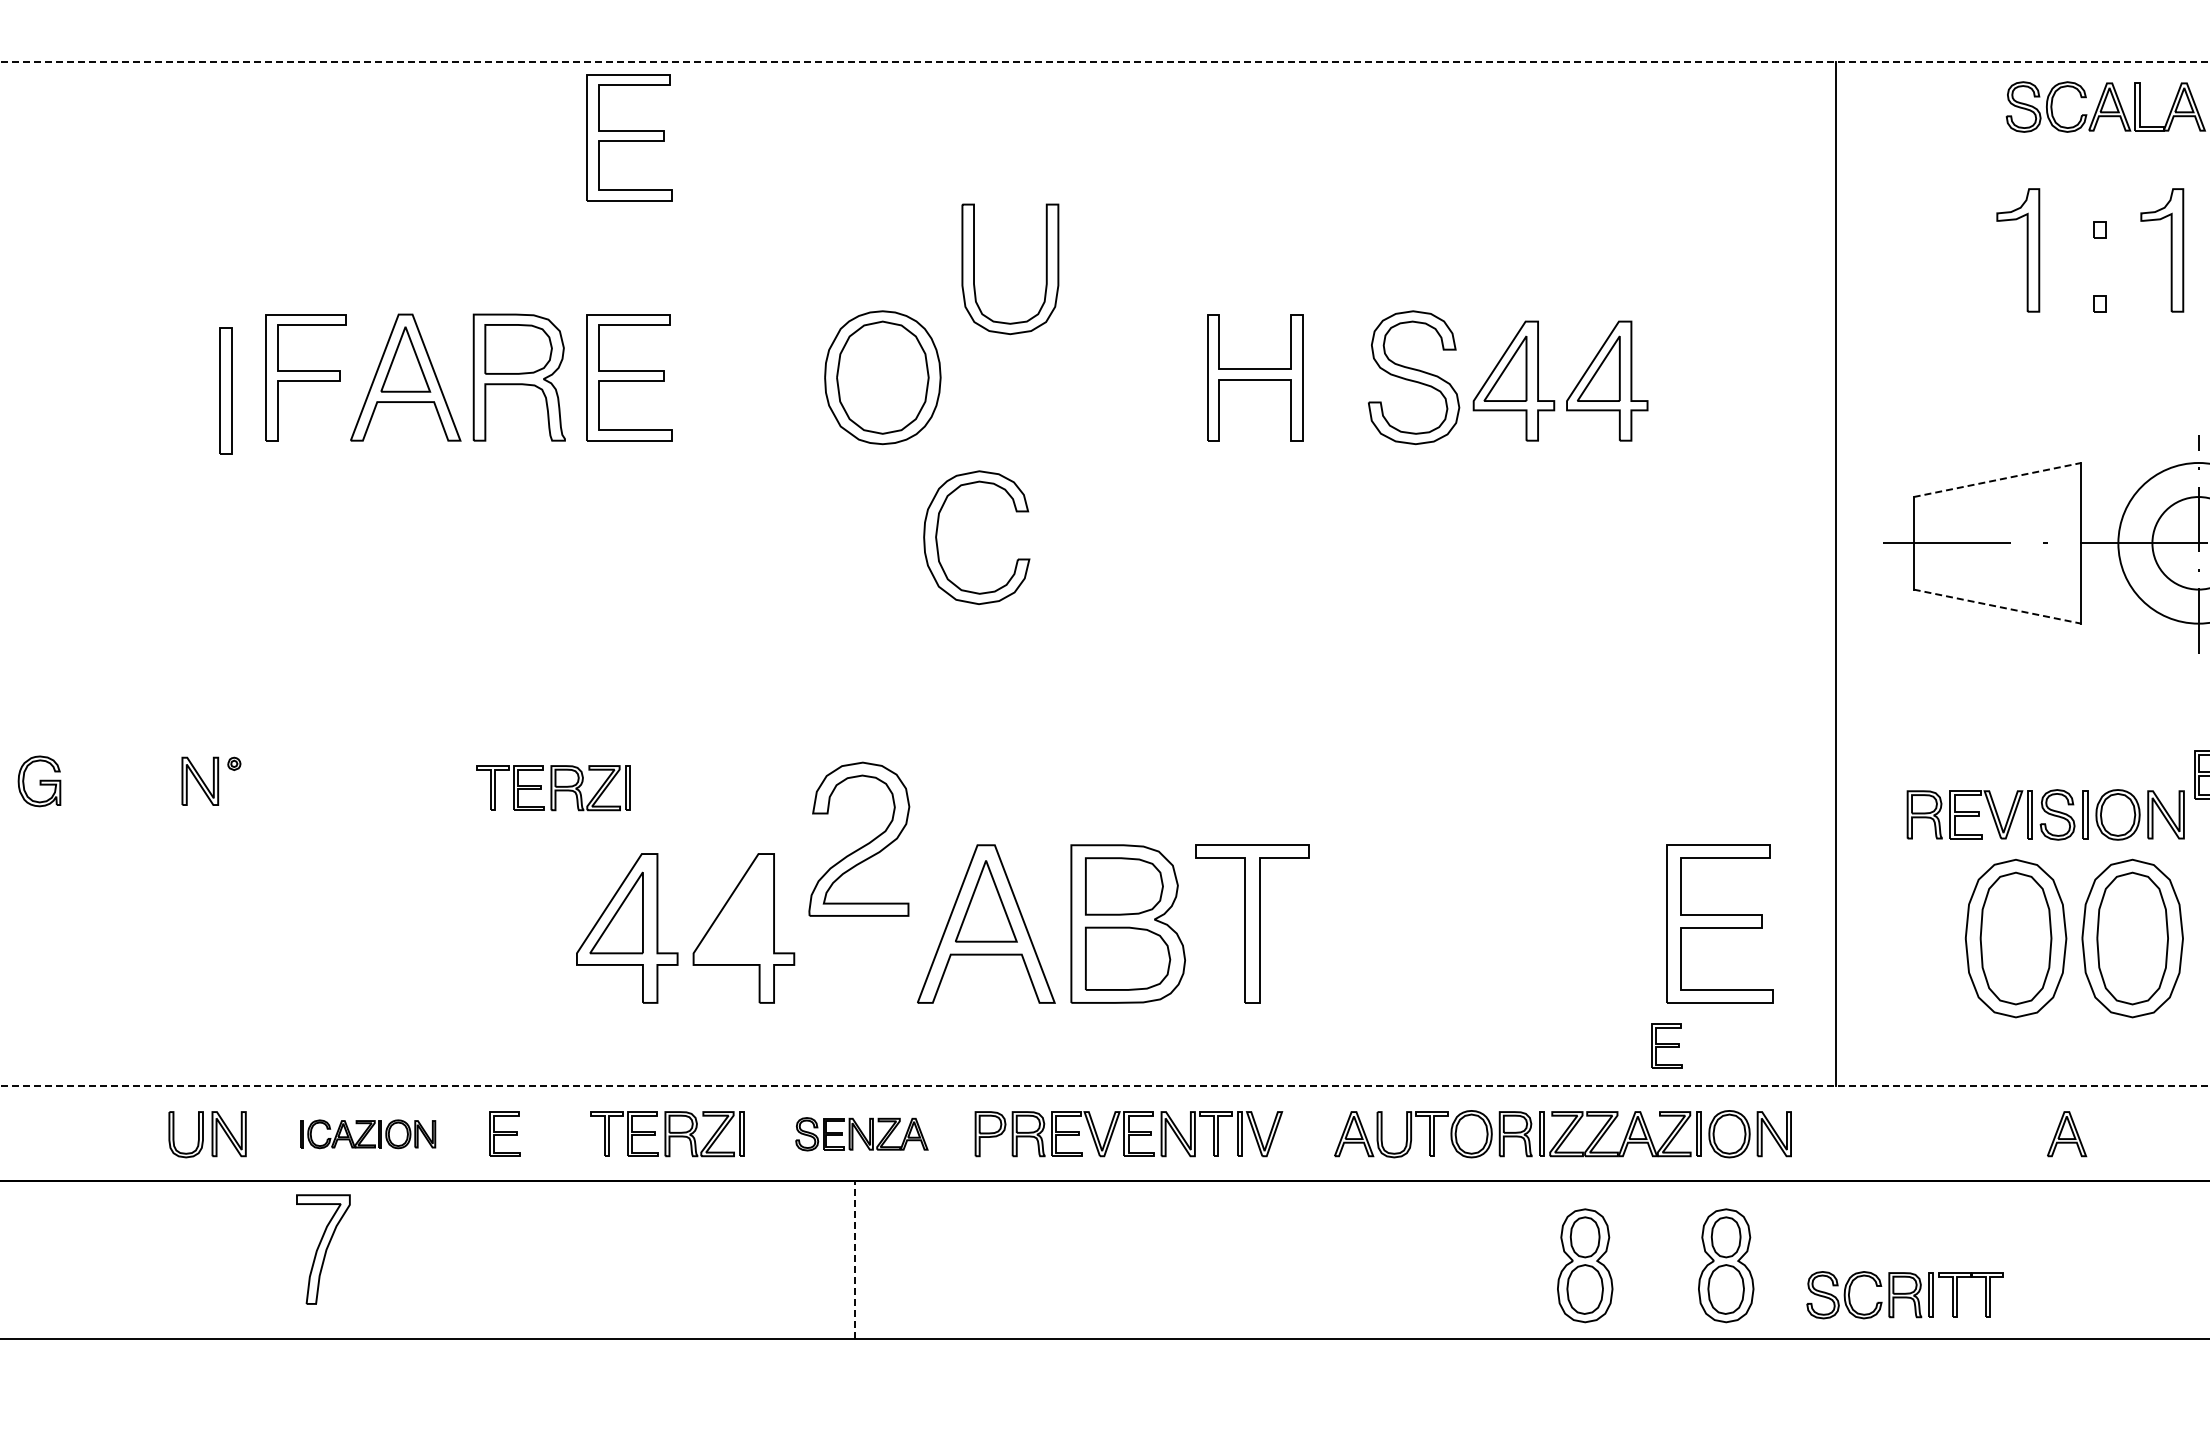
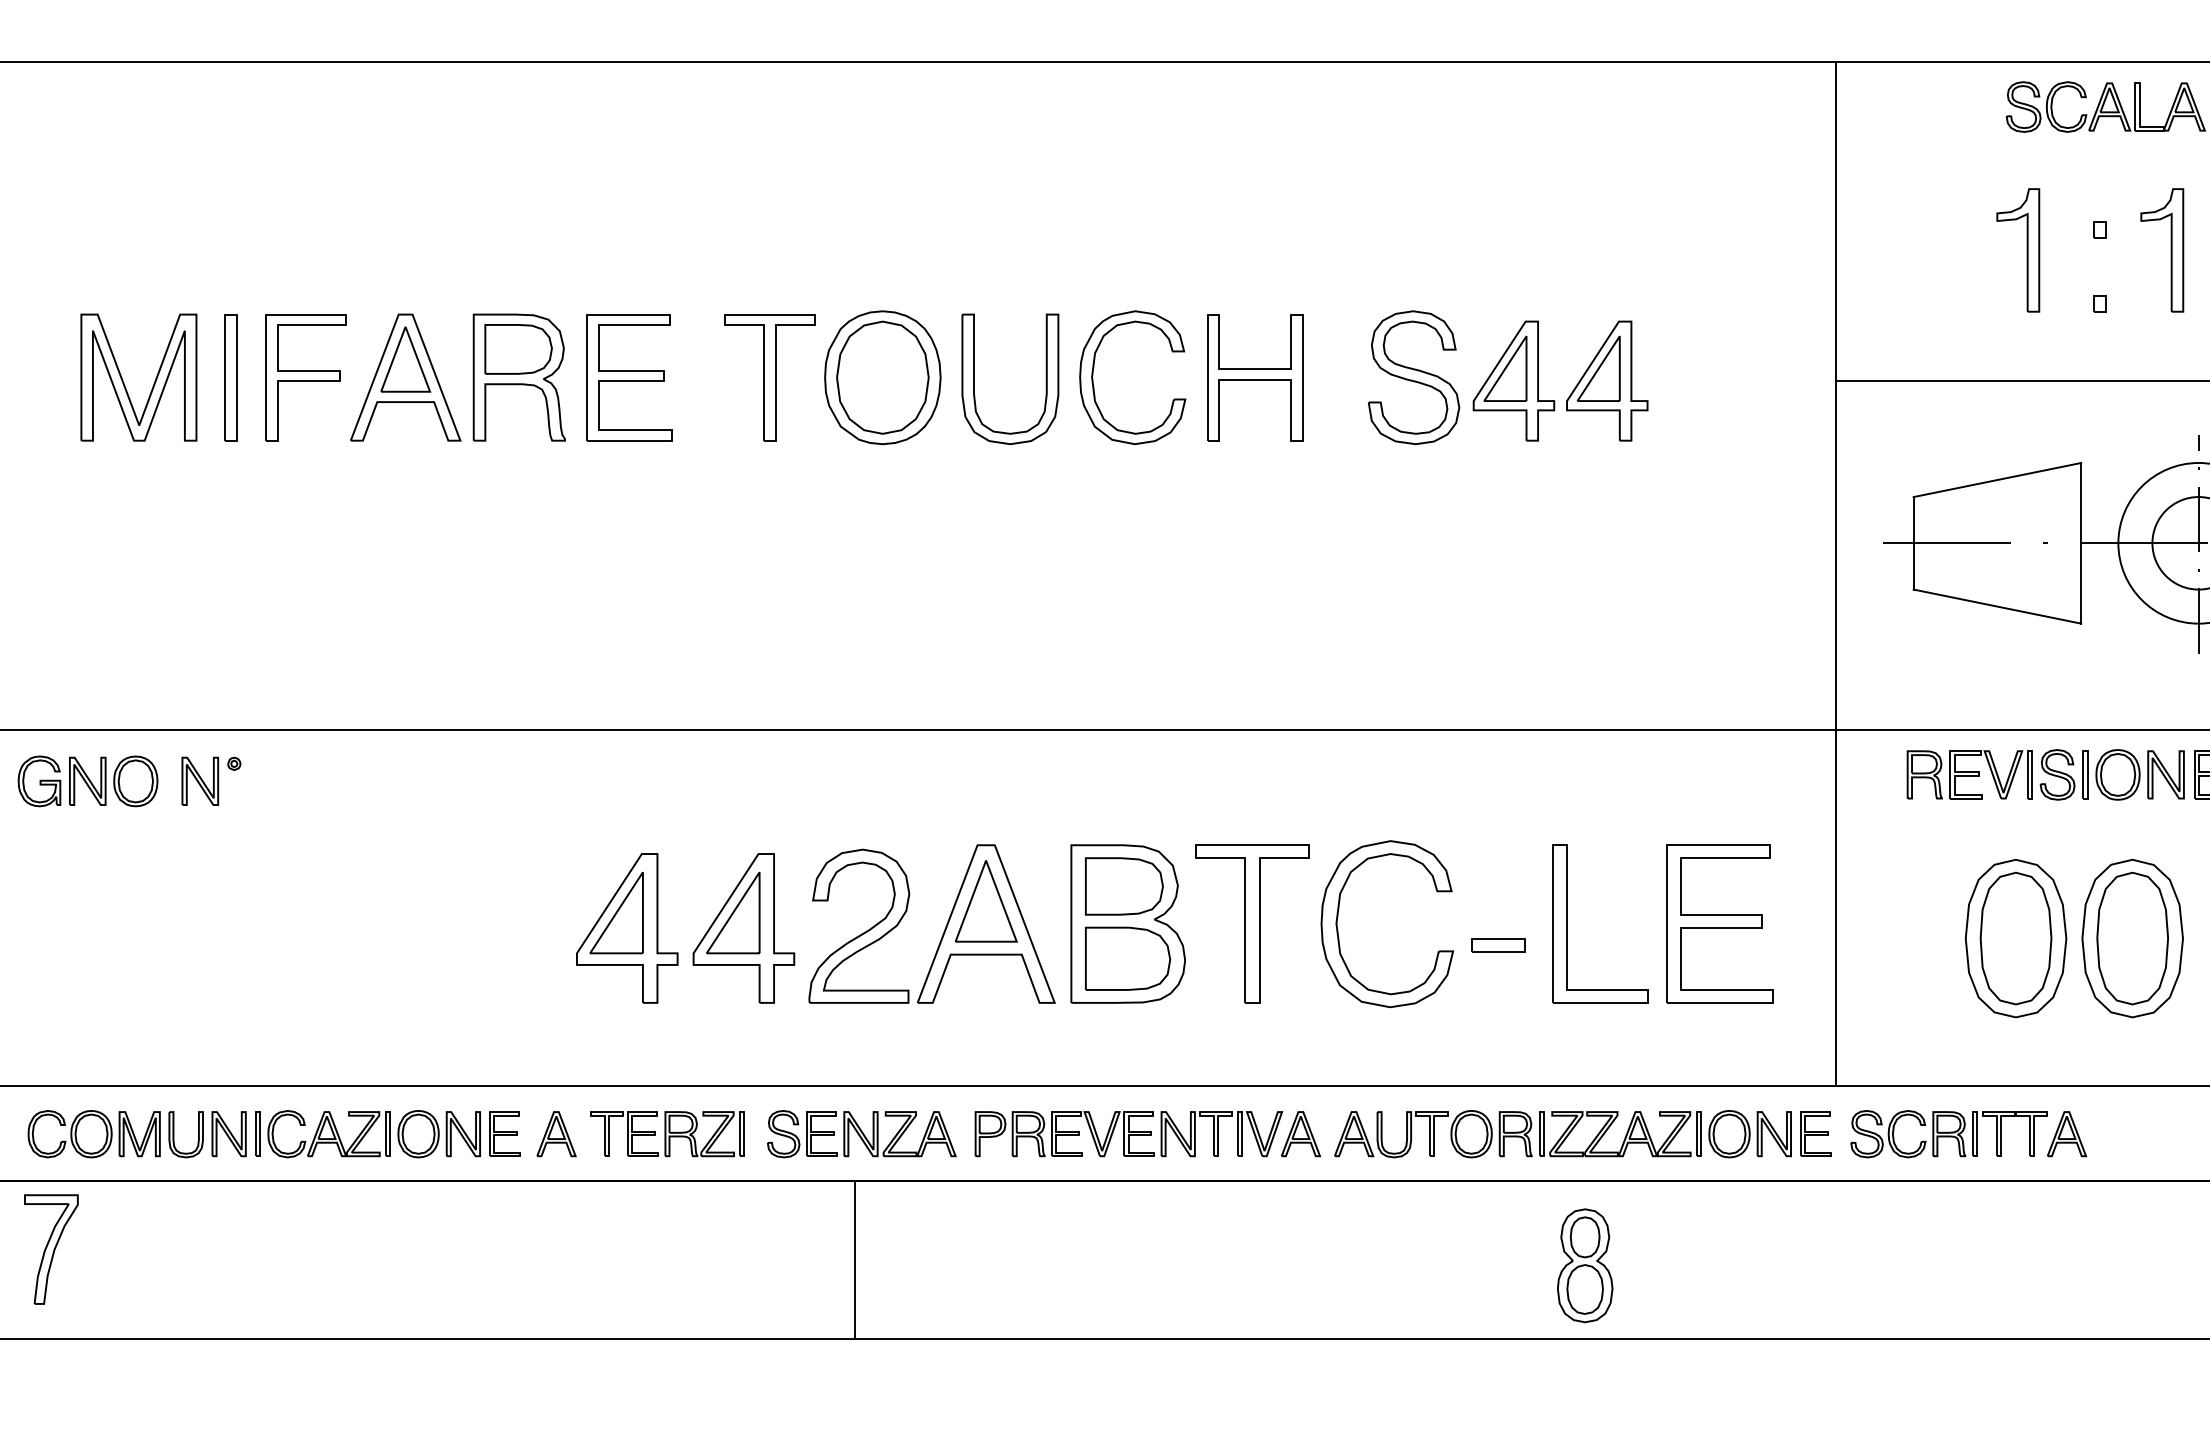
line at (1105, 61): dashed -> solid
part at (629, 137): present -> none
part at (1045, 269) position: (1045, 269) -> (1045, 379)
part at (769, 377): none -> present
line at (2021, 380): none -> present
part at (124, 382): none -> present
part at (225, 390) position: (225, 390) -> (230, 377)
line at (1997, 479): dashed -> solid
part at (937, 538) position: (937, 538) -> (1093, 378)
line at (1997, 606): dashed -> solid
line at (1104, 730): none -> present
part at (113, 781): none -> present
part at (553, 788): present -> none
part at (2045, 814) position: (2045, 814) -> (2045, 774)
part at (863, 845) position: (863, 845) -> (863, 932)
part at (733, 913): none -> present
part at (1567, 923): none -> present
part at (1338, 929): none -> present
part at (1498, 945): none -> present
part at (1666, 1045) position: (1666, 1045) -> (1815, 1133)
line at (1105, 1086): dashed -> solid
part at (93, 1134): none -> present
part at (368, 1134) size: 137x31 px -> 226x49 px
part at (556, 1134): none -> present
part at (861, 1134) size: 134x35 px -> 190x49 px
part at (1301, 1134): none -> present
part at (323, 1249) position: (323, 1249) -> (51, 1249)
line at (854, 1259): dashed -> solid
part at (1726, 1265): present -> none
part at (1904, 1295) position: (1904, 1295) -> (1948, 1134)
